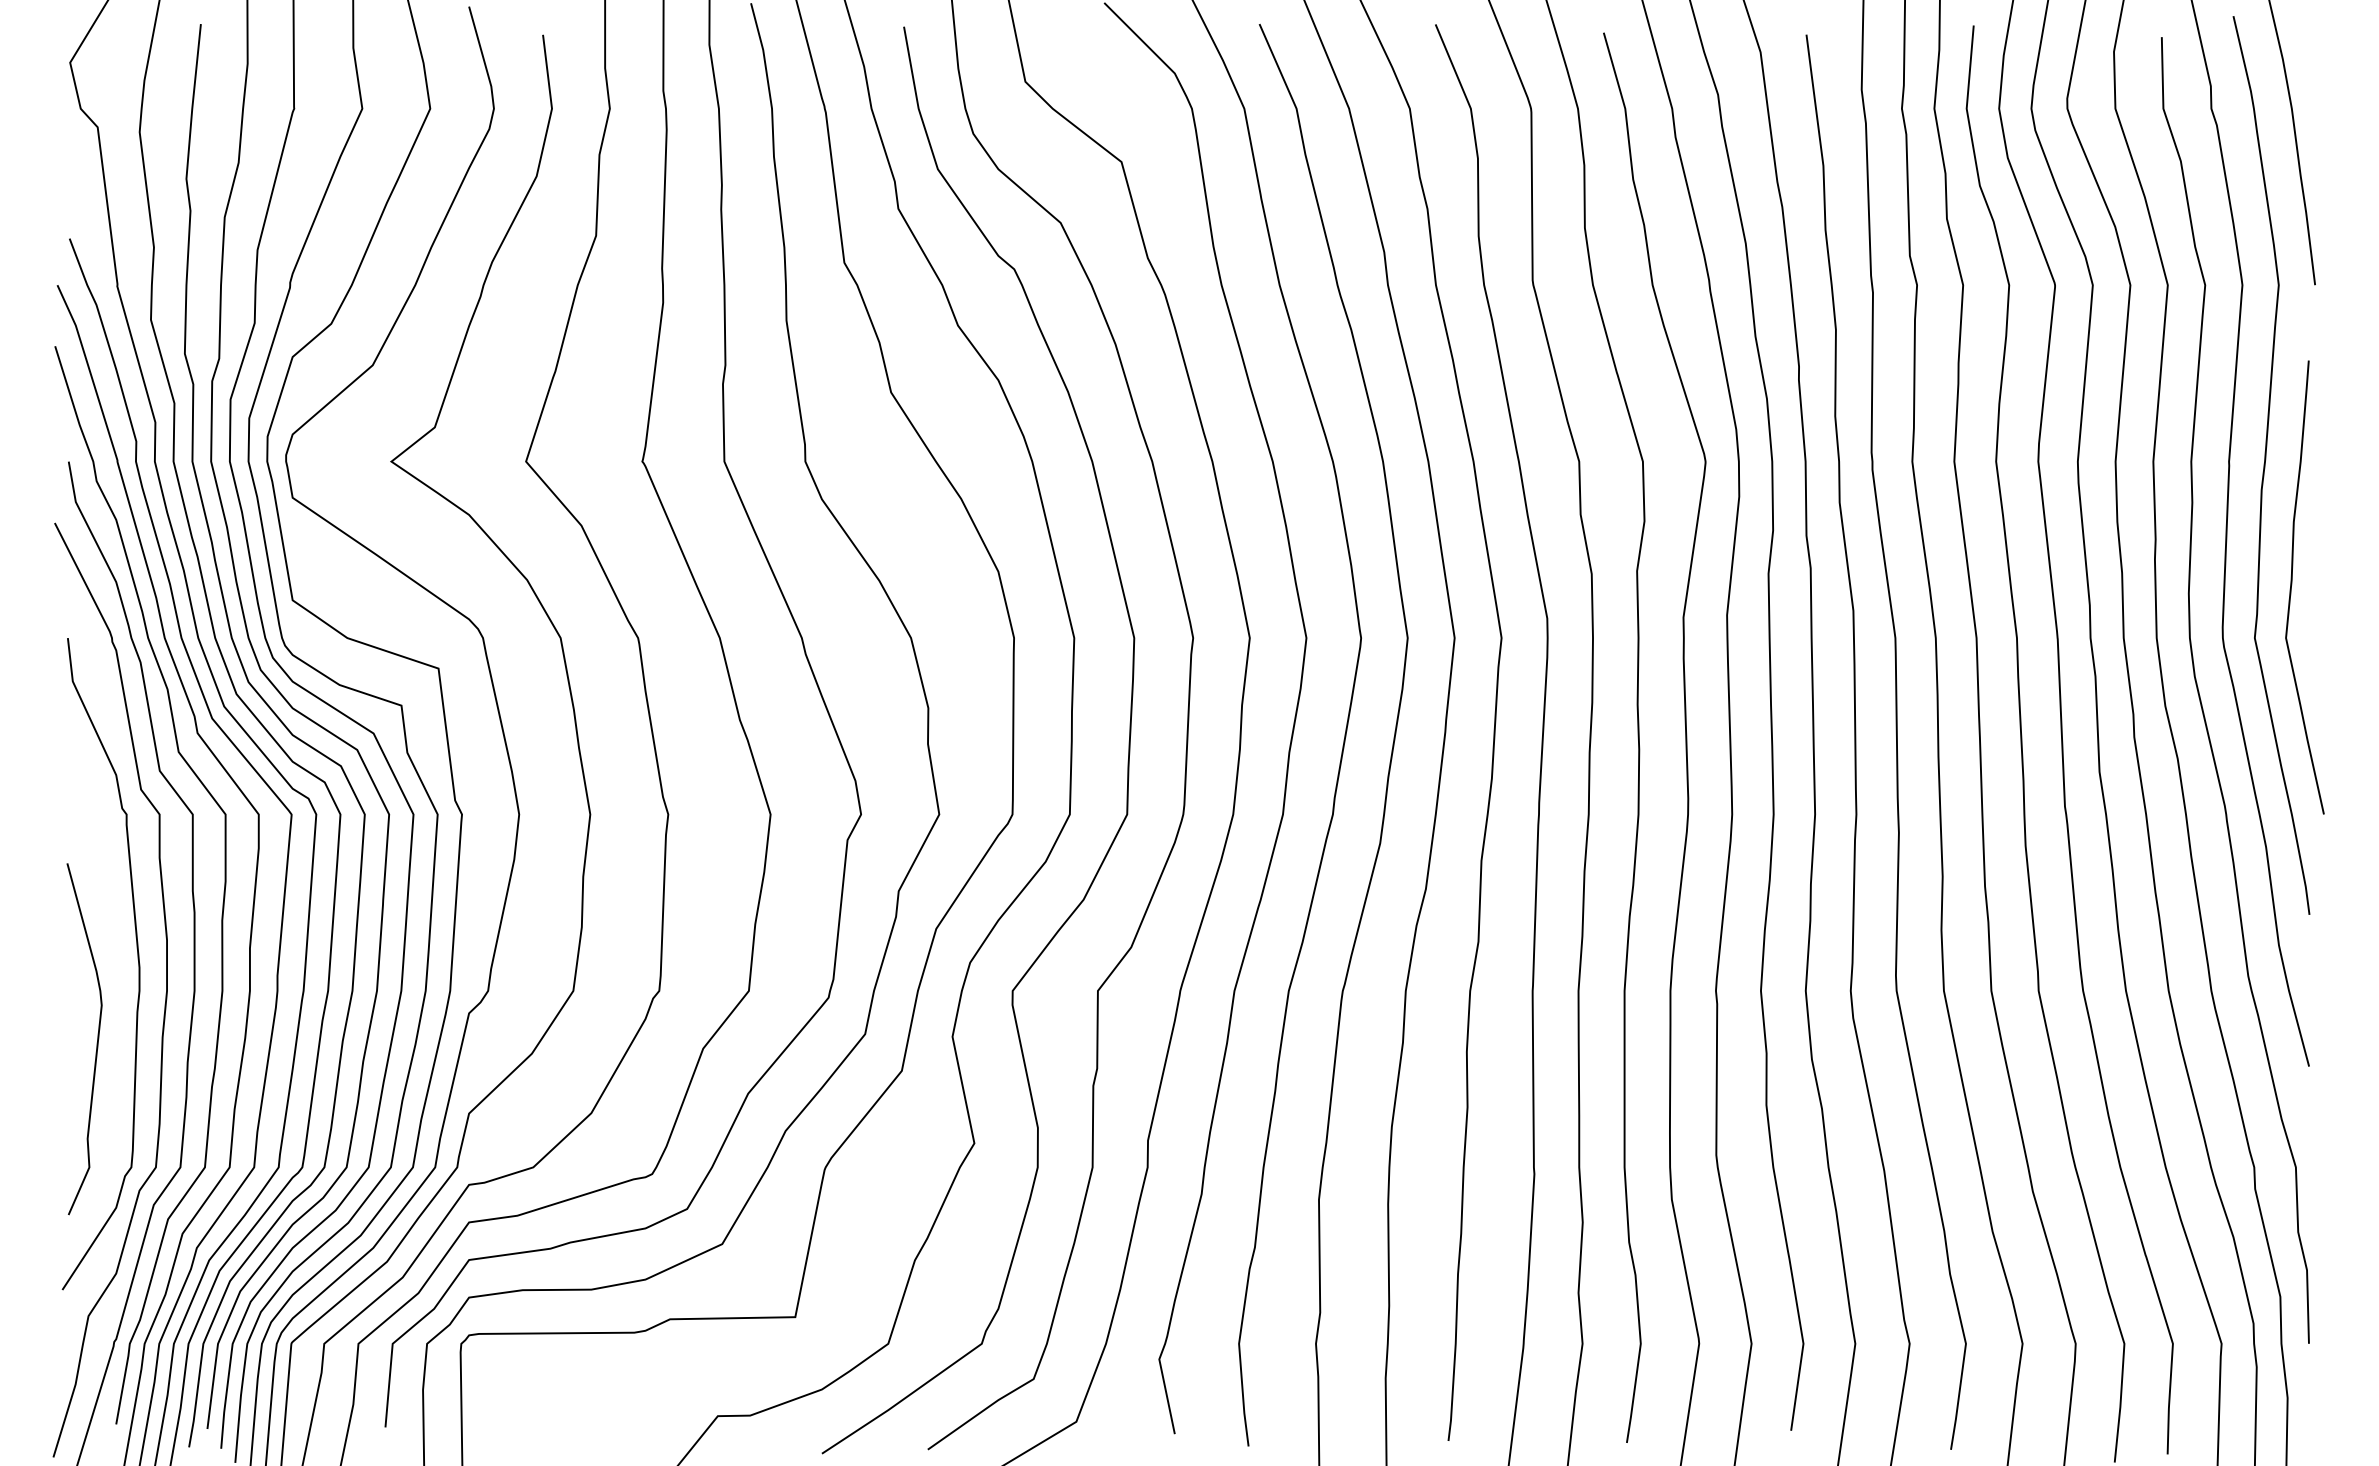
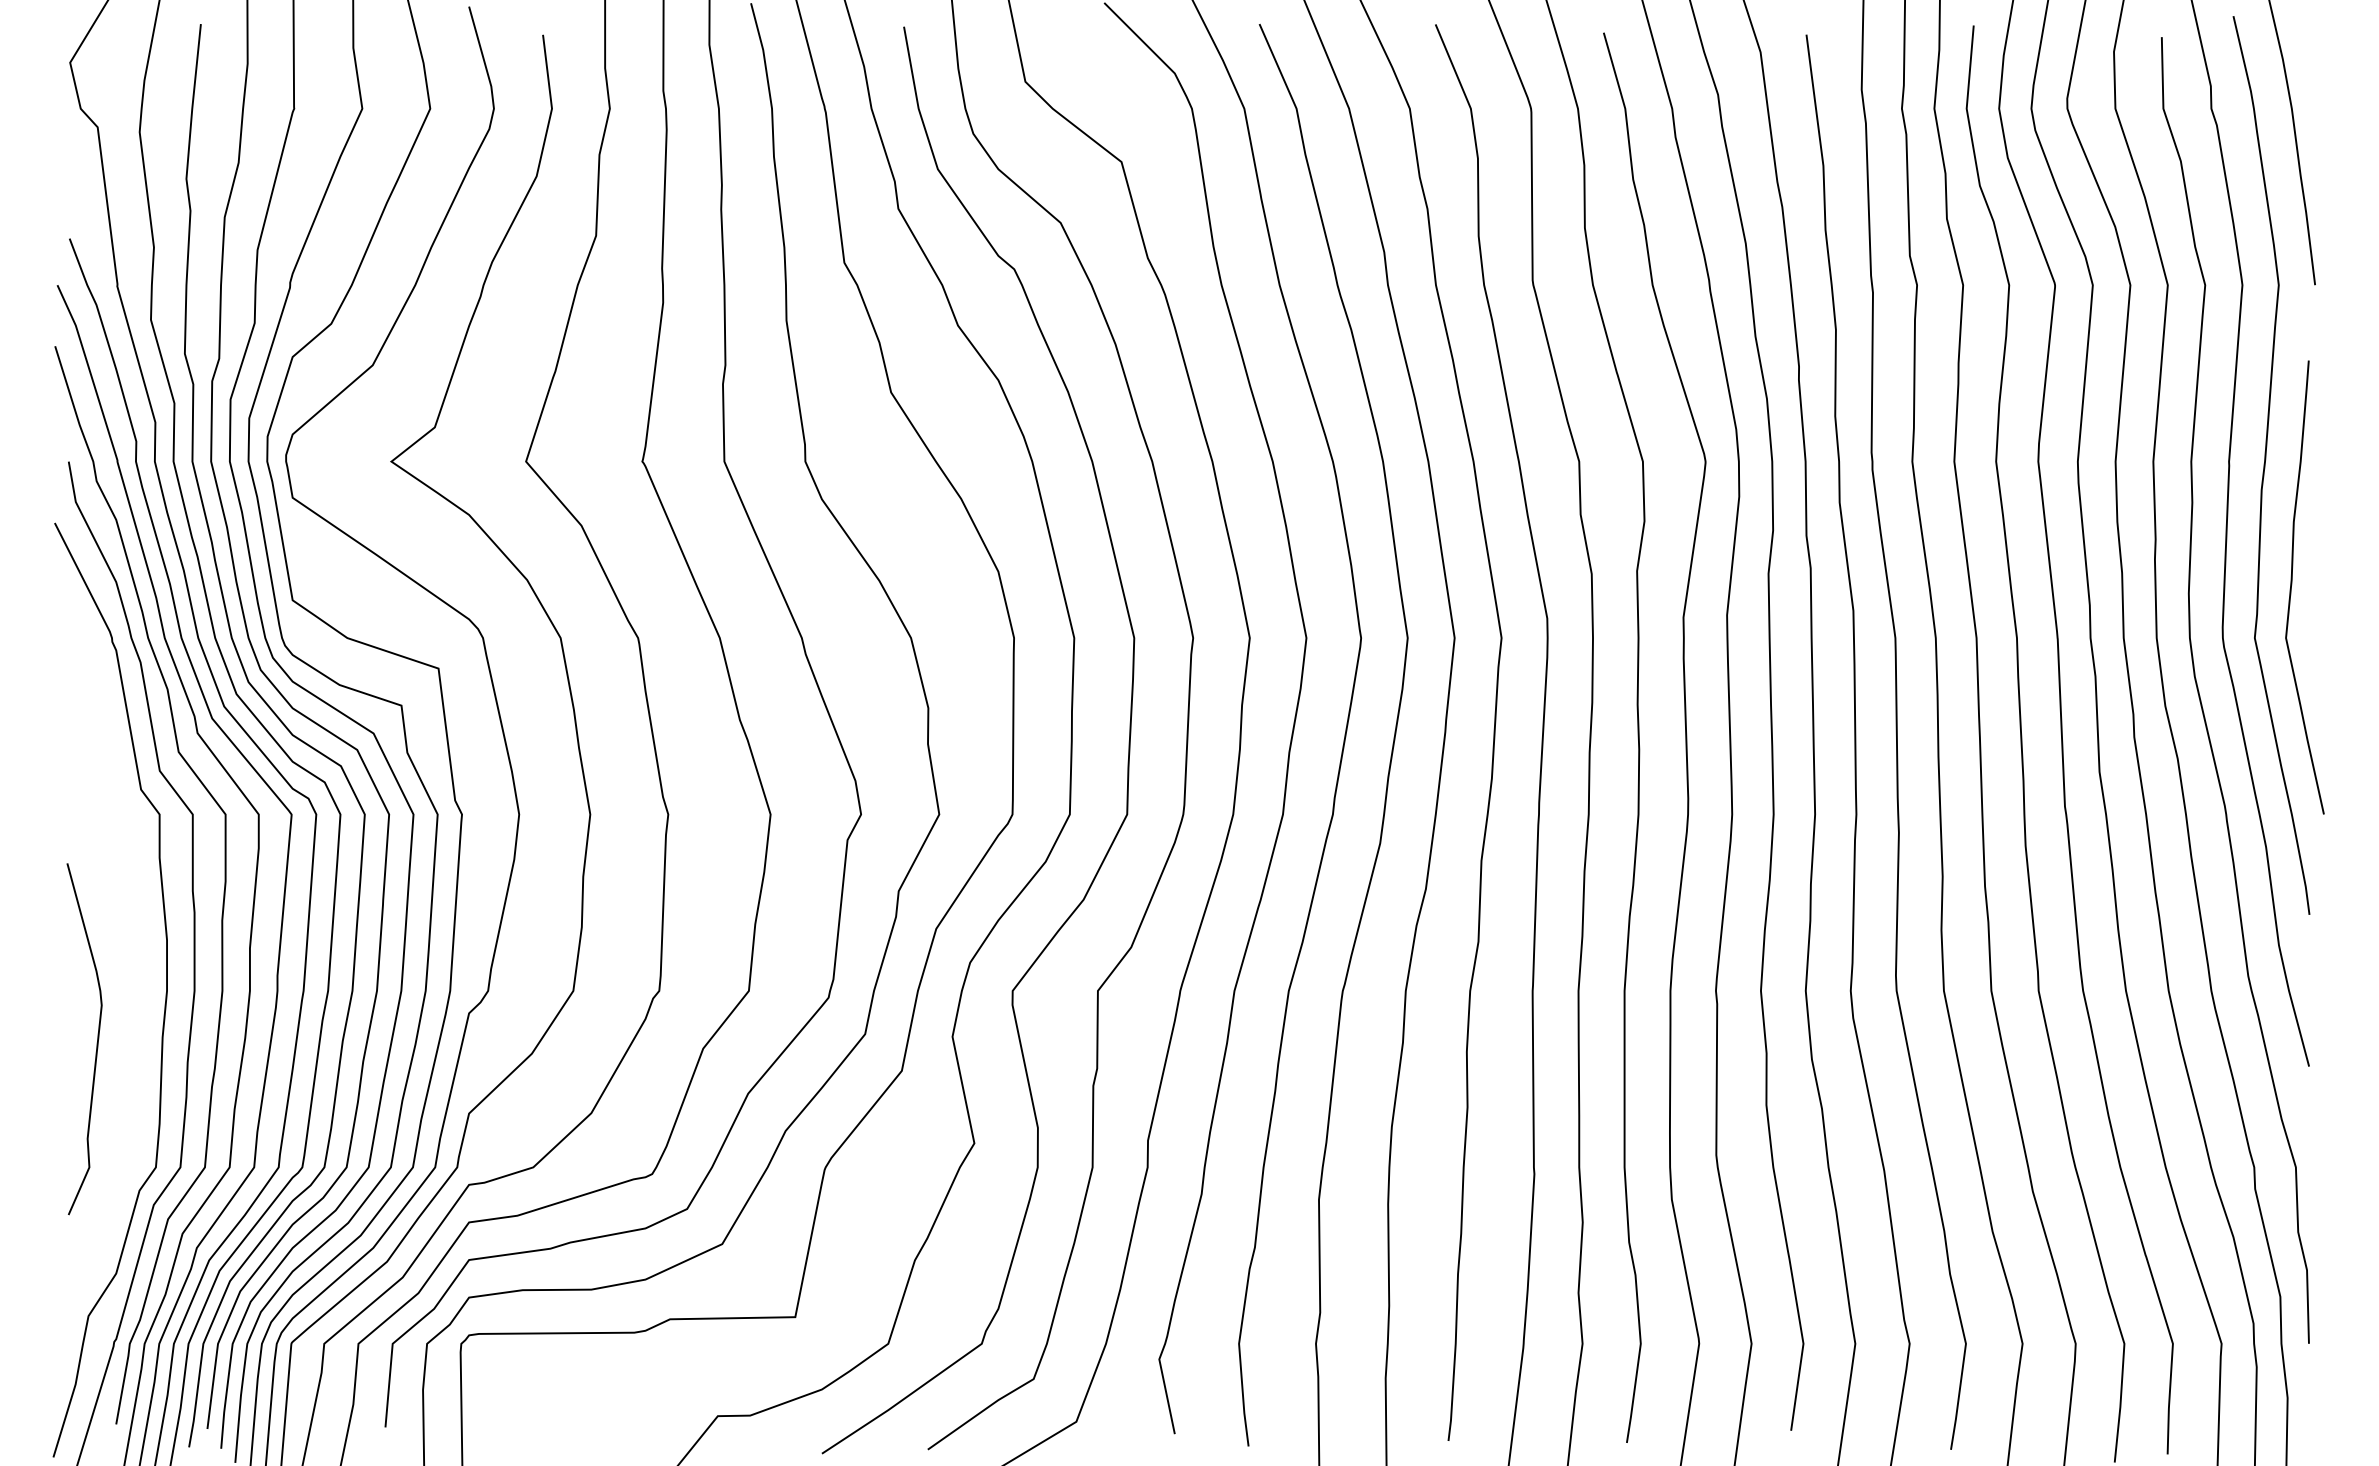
curve at (137, 959): present -> none
